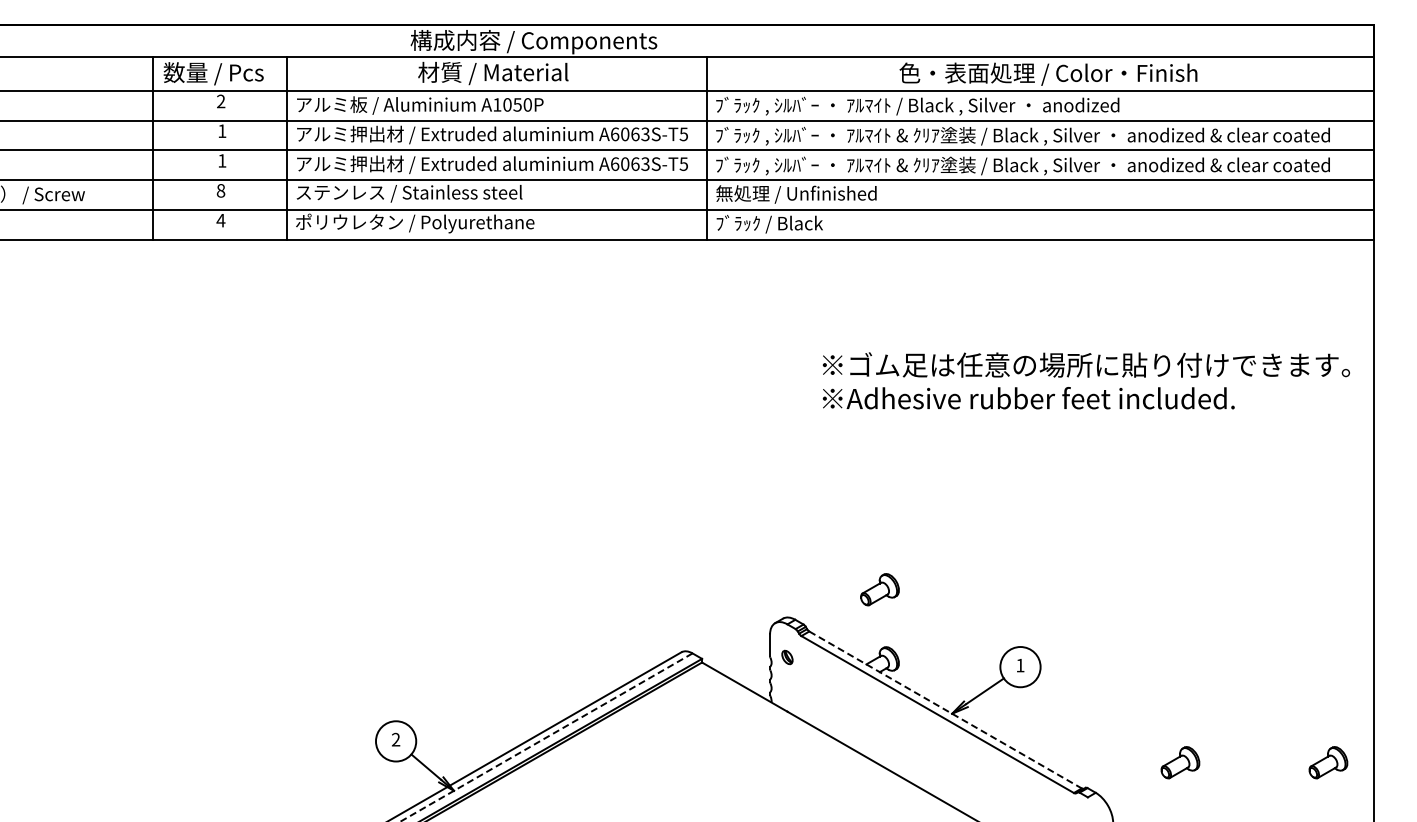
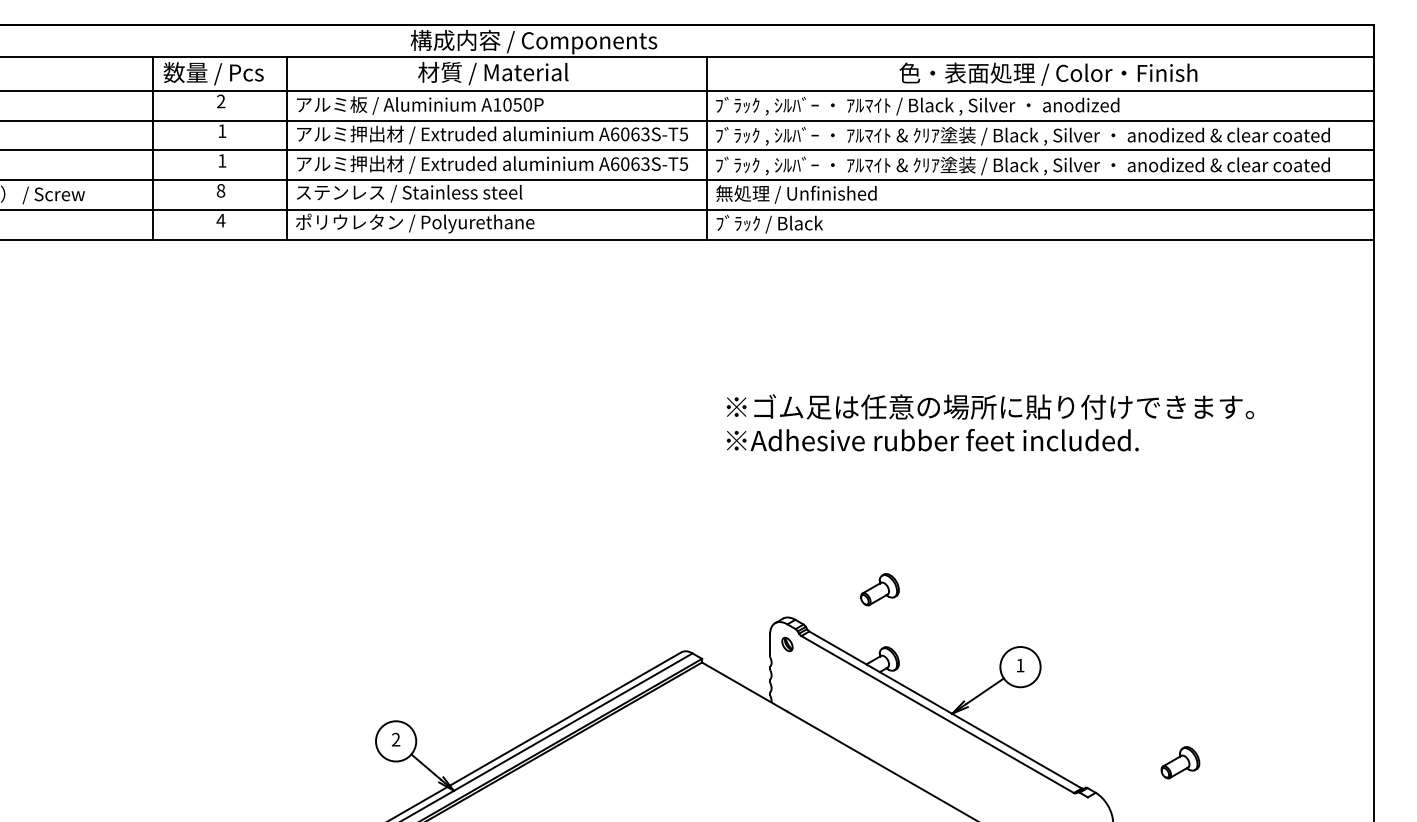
text at (1085, 380) position: (1085, 380) -> (989, 422)
part at (787, 657) position: (787, 657) -> (787, 644)
line at (946, 710): dashed -> solid
line at (546, 737): dashed -> solid
part at (1328, 762): present -> none
